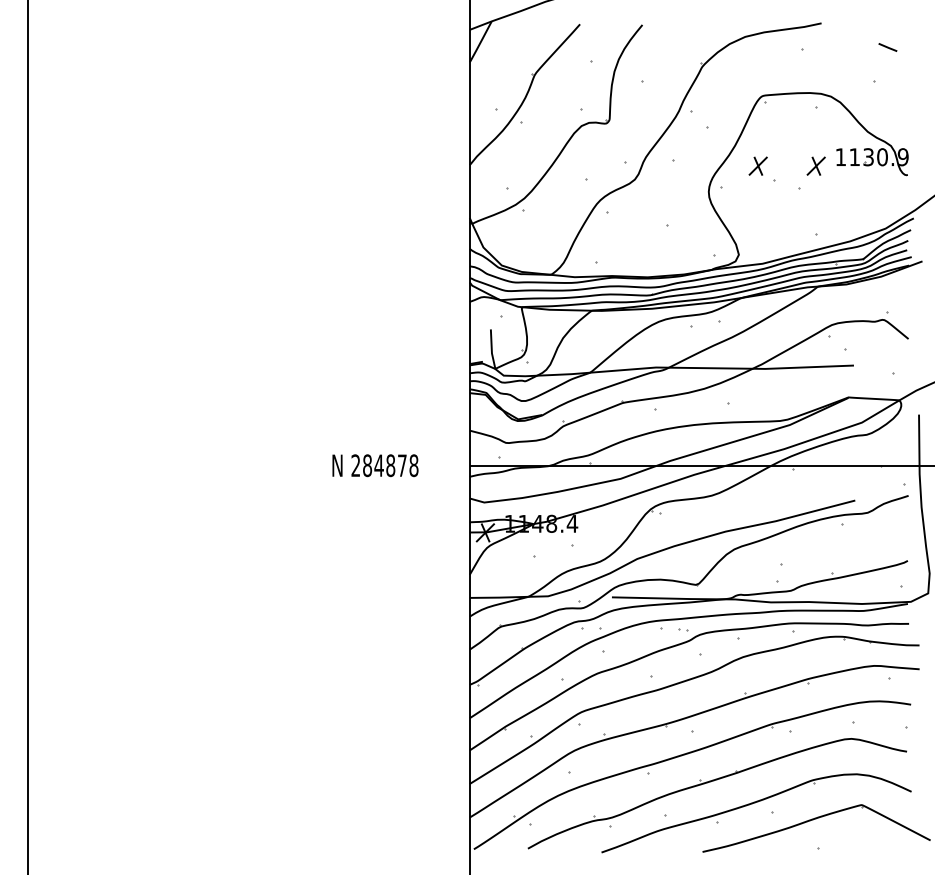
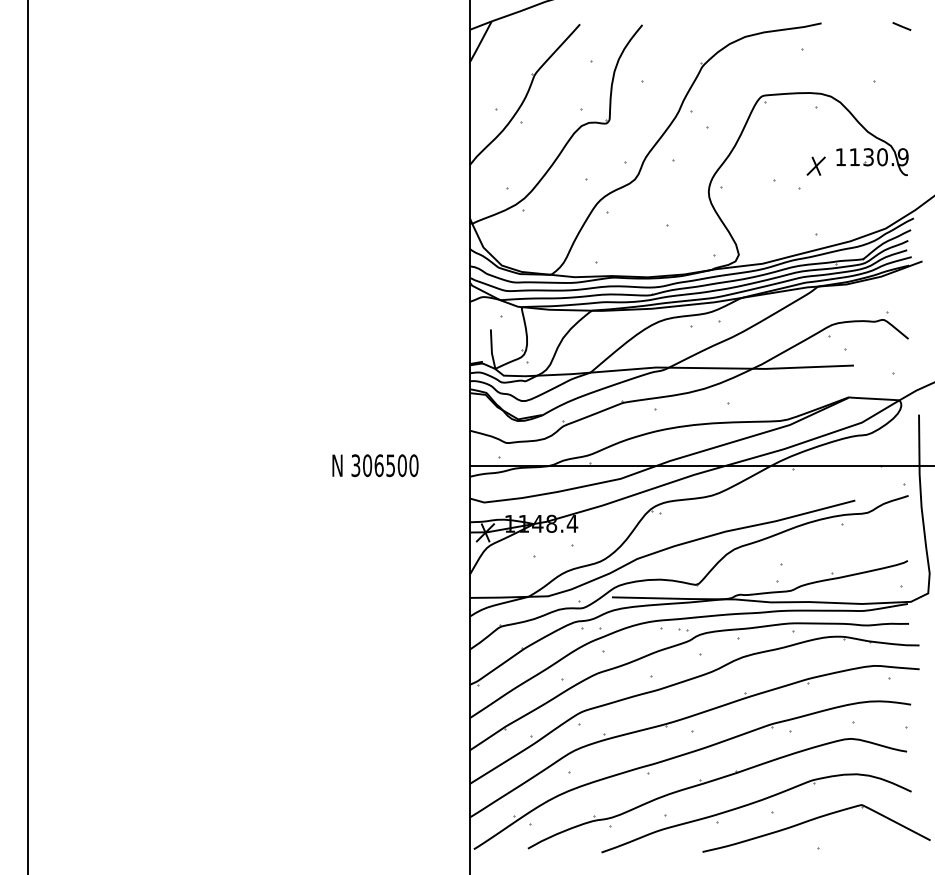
line at (887, 47) position: (887, 47) -> (901, 26)
part at (757, 165): present -> none
text at (384, 465): 284878 -> 306500
